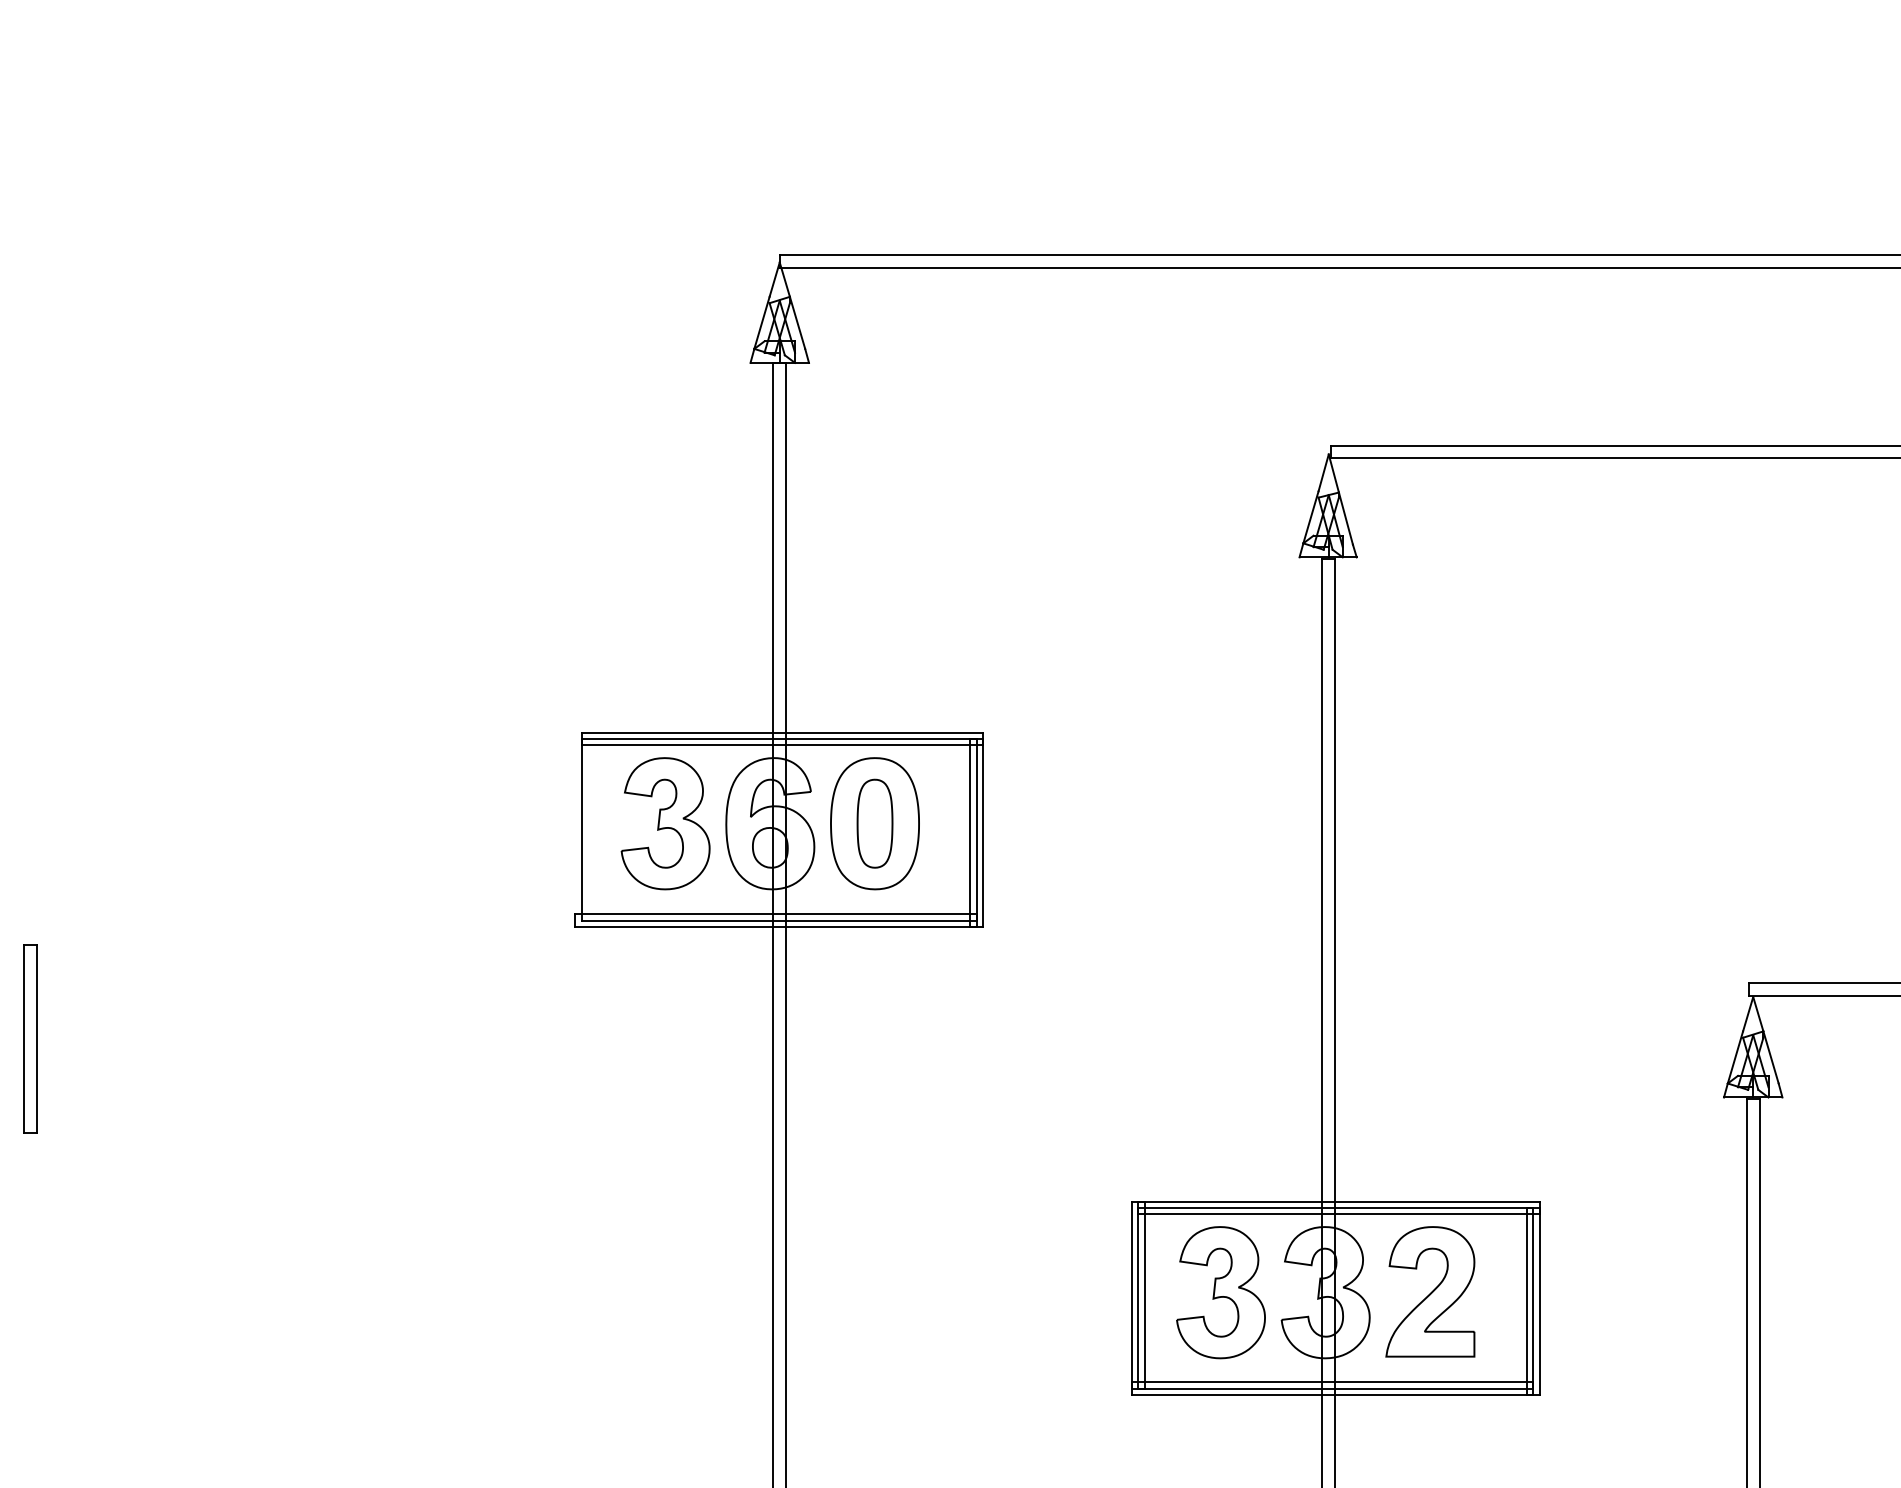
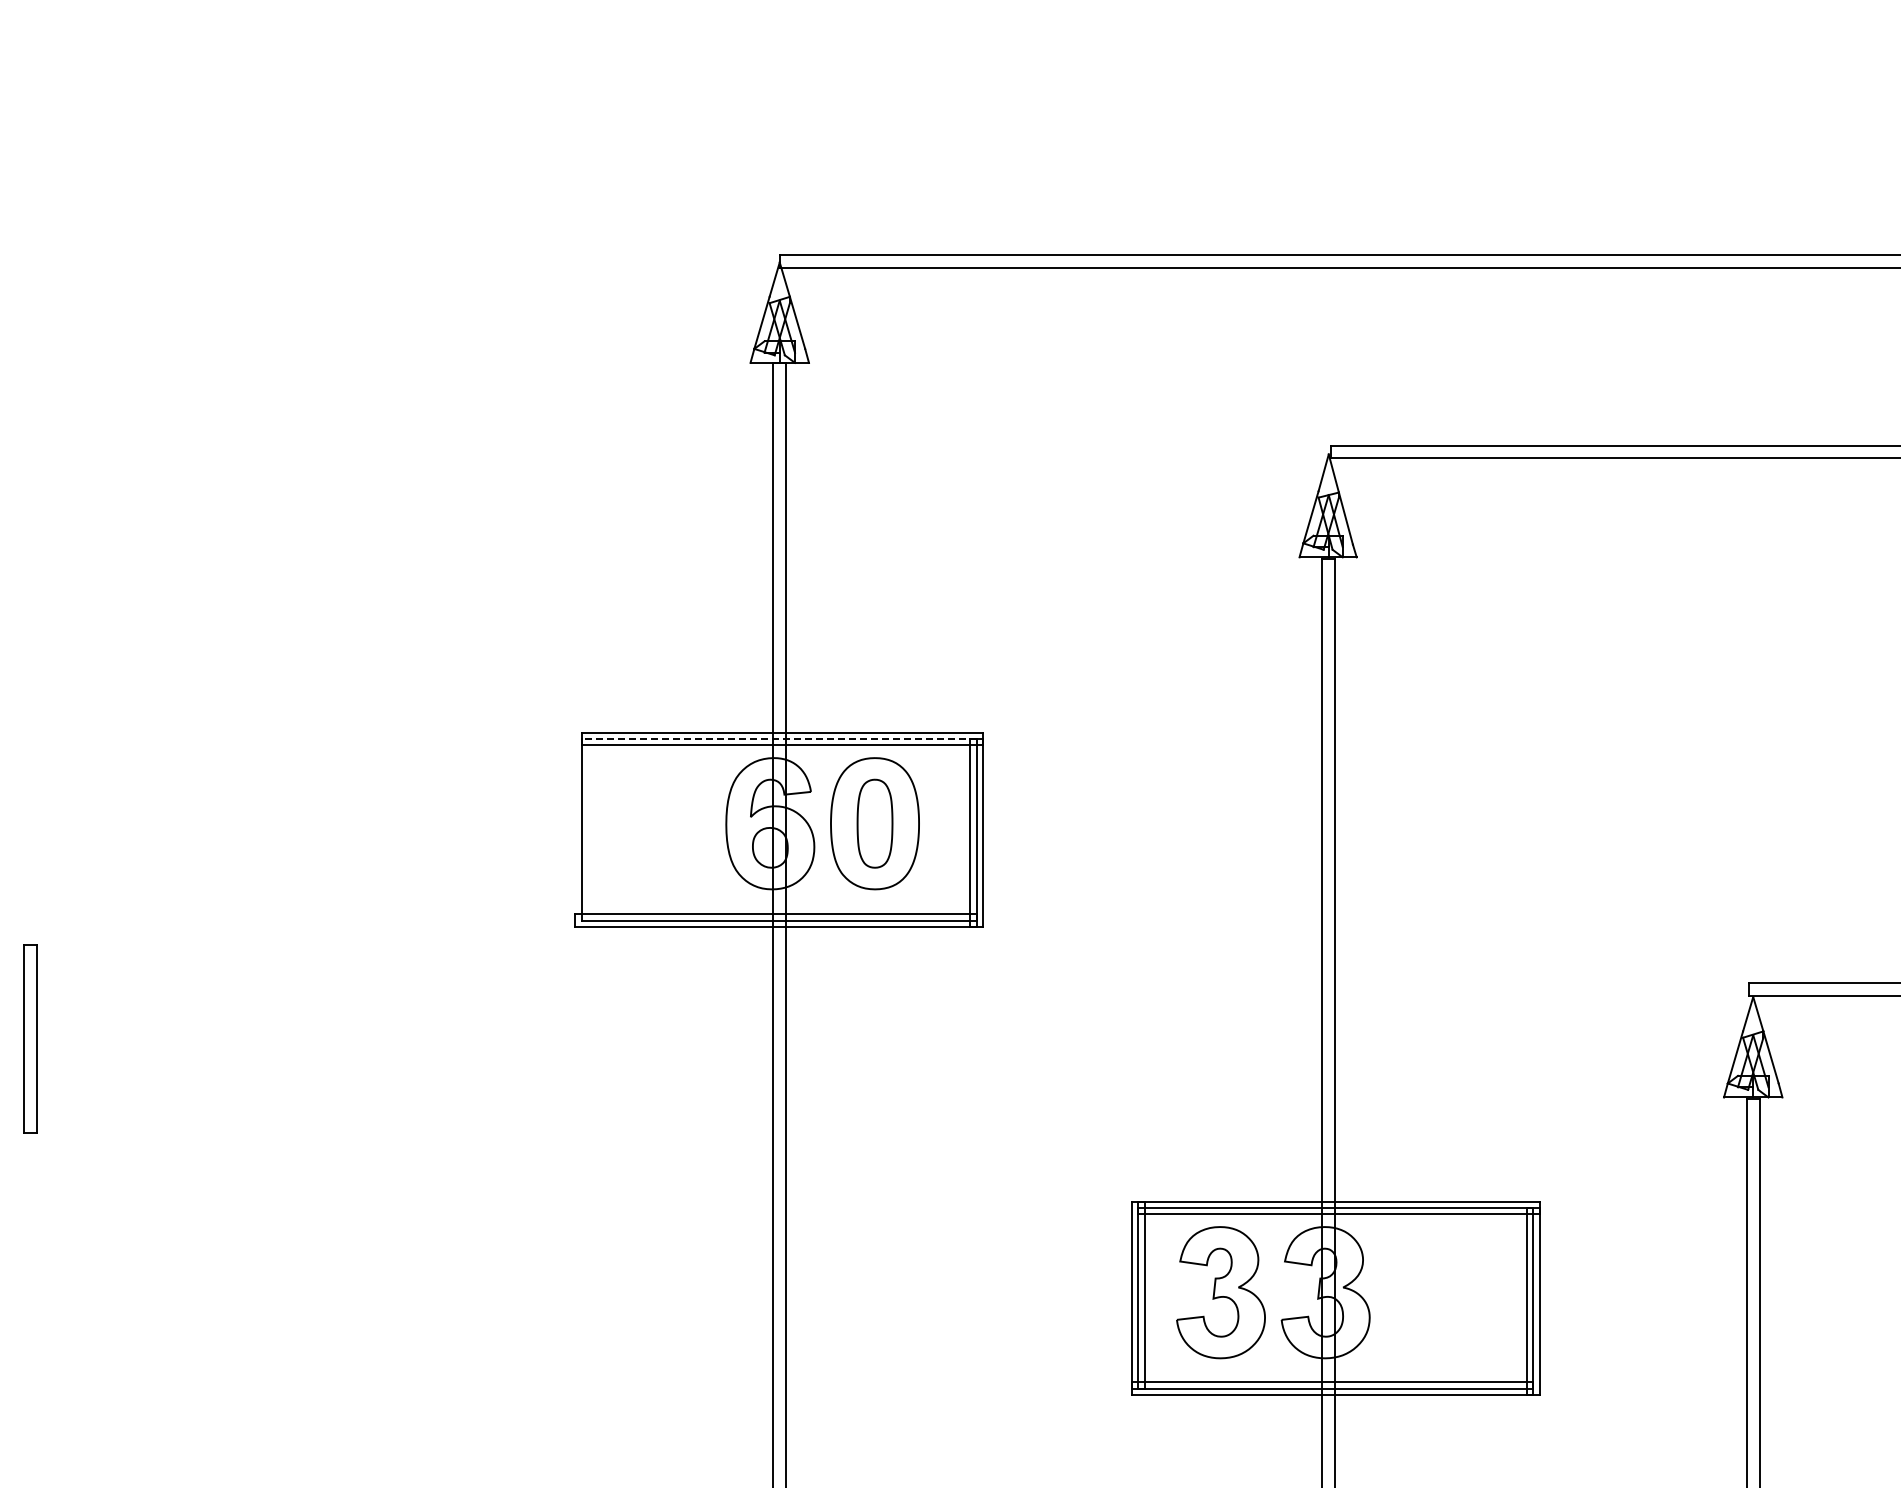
line at (779, 739): solid -> dashed
part at (665, 823): present -> none
part at (1430, 1291): present -> none
